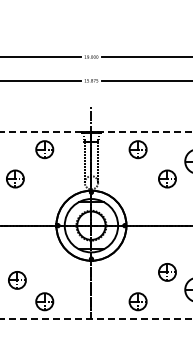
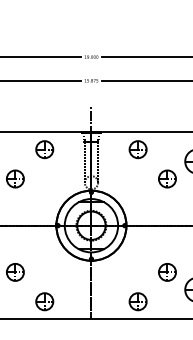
line at (96, 132): dashed -> solid
part at (17, 280) position: (17, 280) -> (15, 272)
line at (96, 319): dashed -> solid
